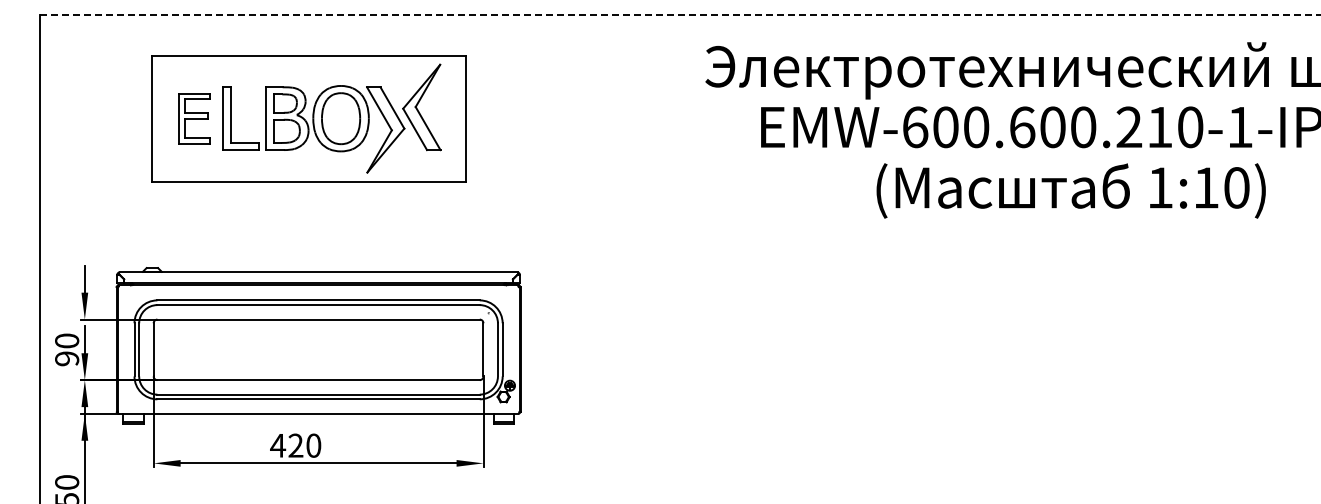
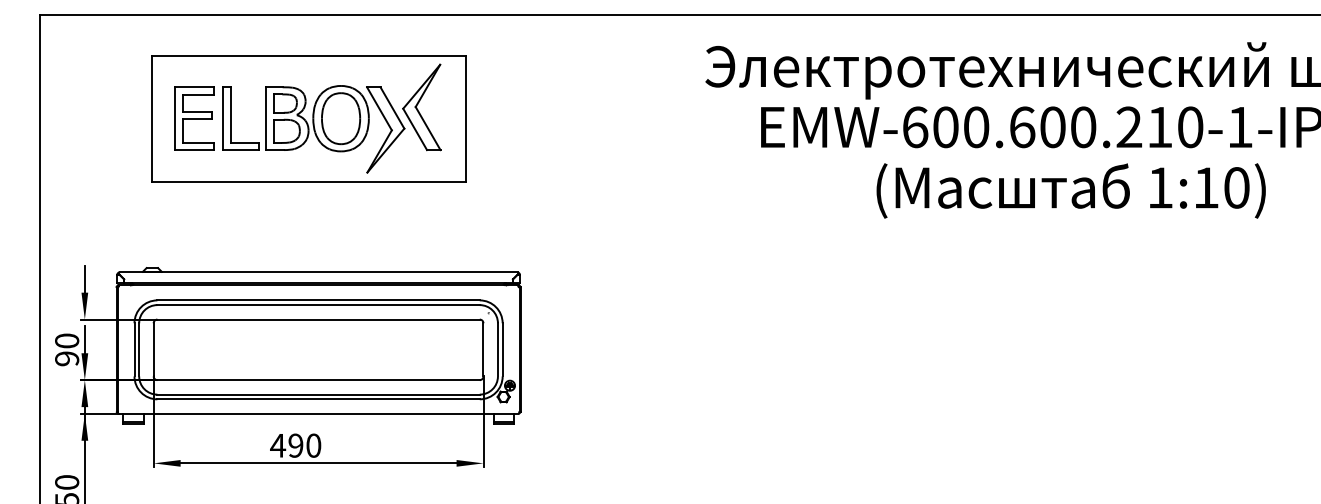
line at (680, 15): dashed -> solid
part at (194, 118) size: 33x52 px -> 41x65 px
text at (295, 445): 420 -> 490
